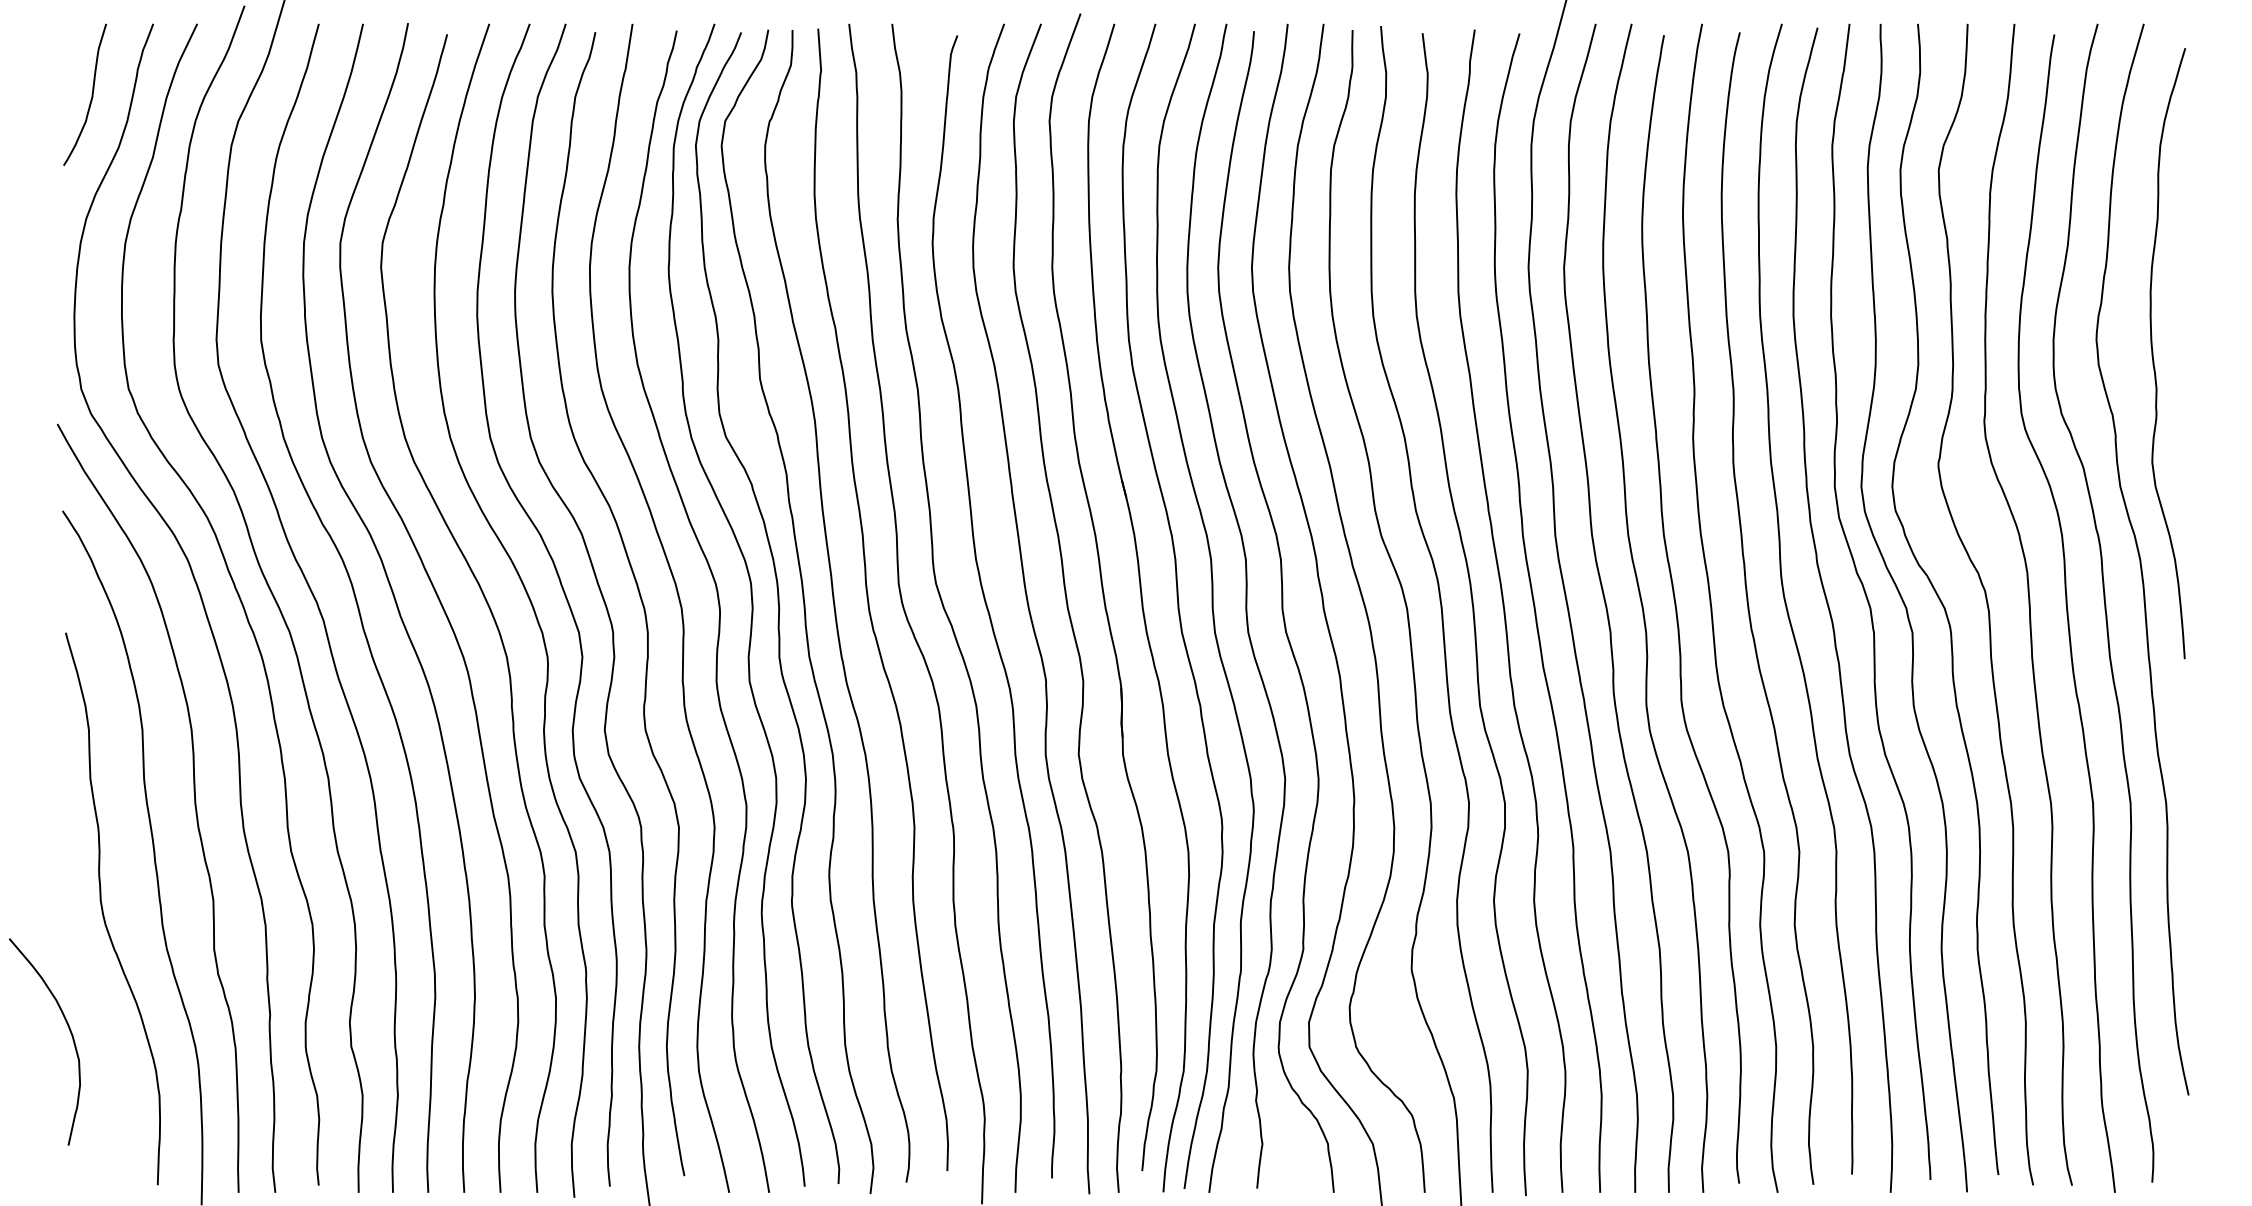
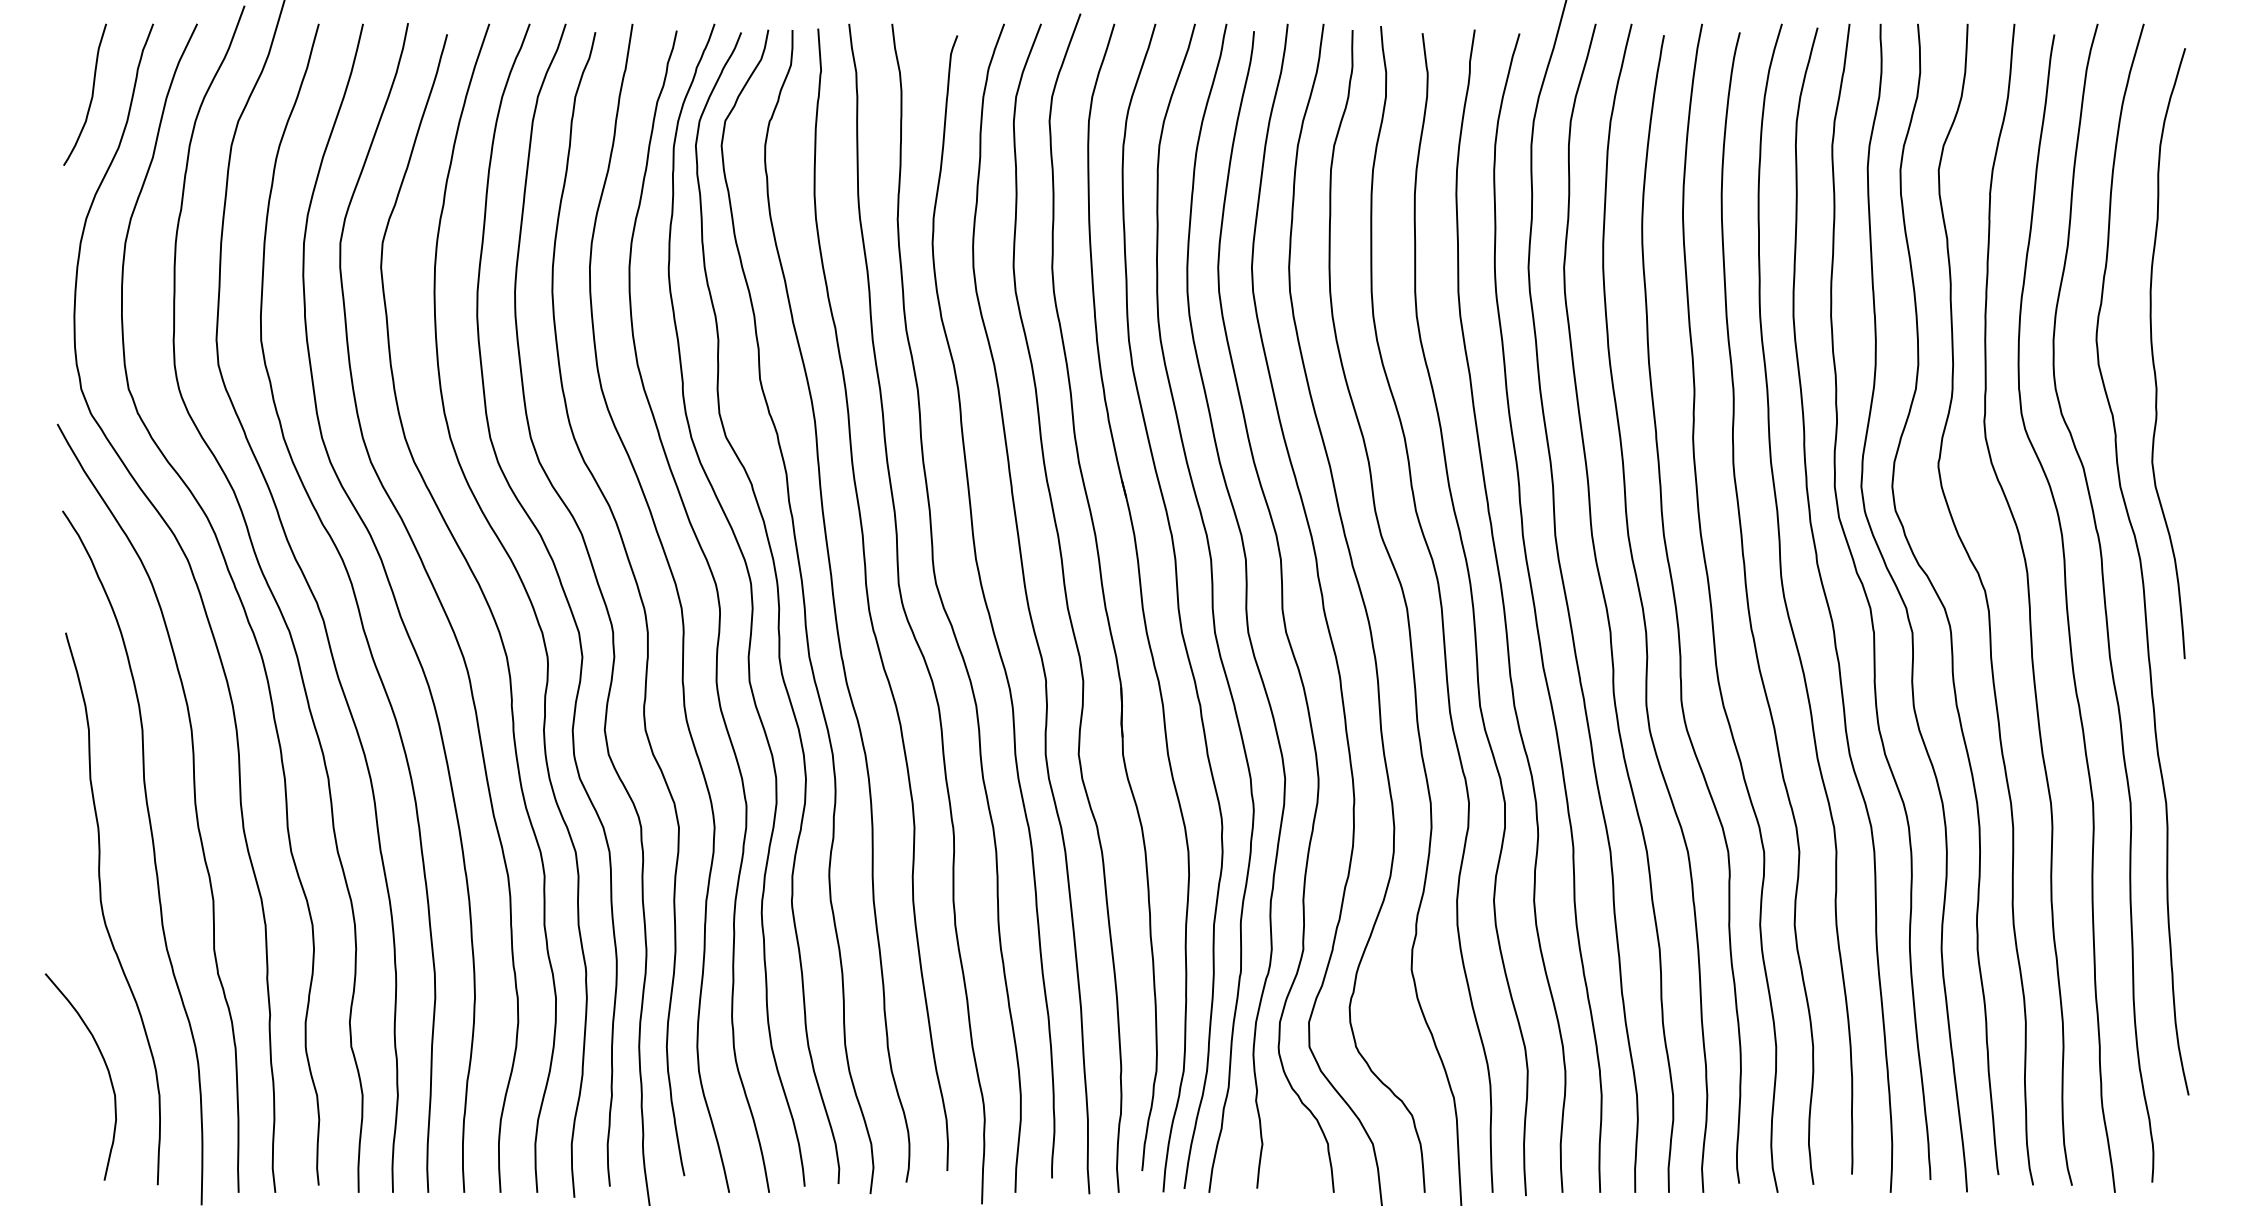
curve at (69, 1031) position: (69, 1031) -> (105, 1066)
